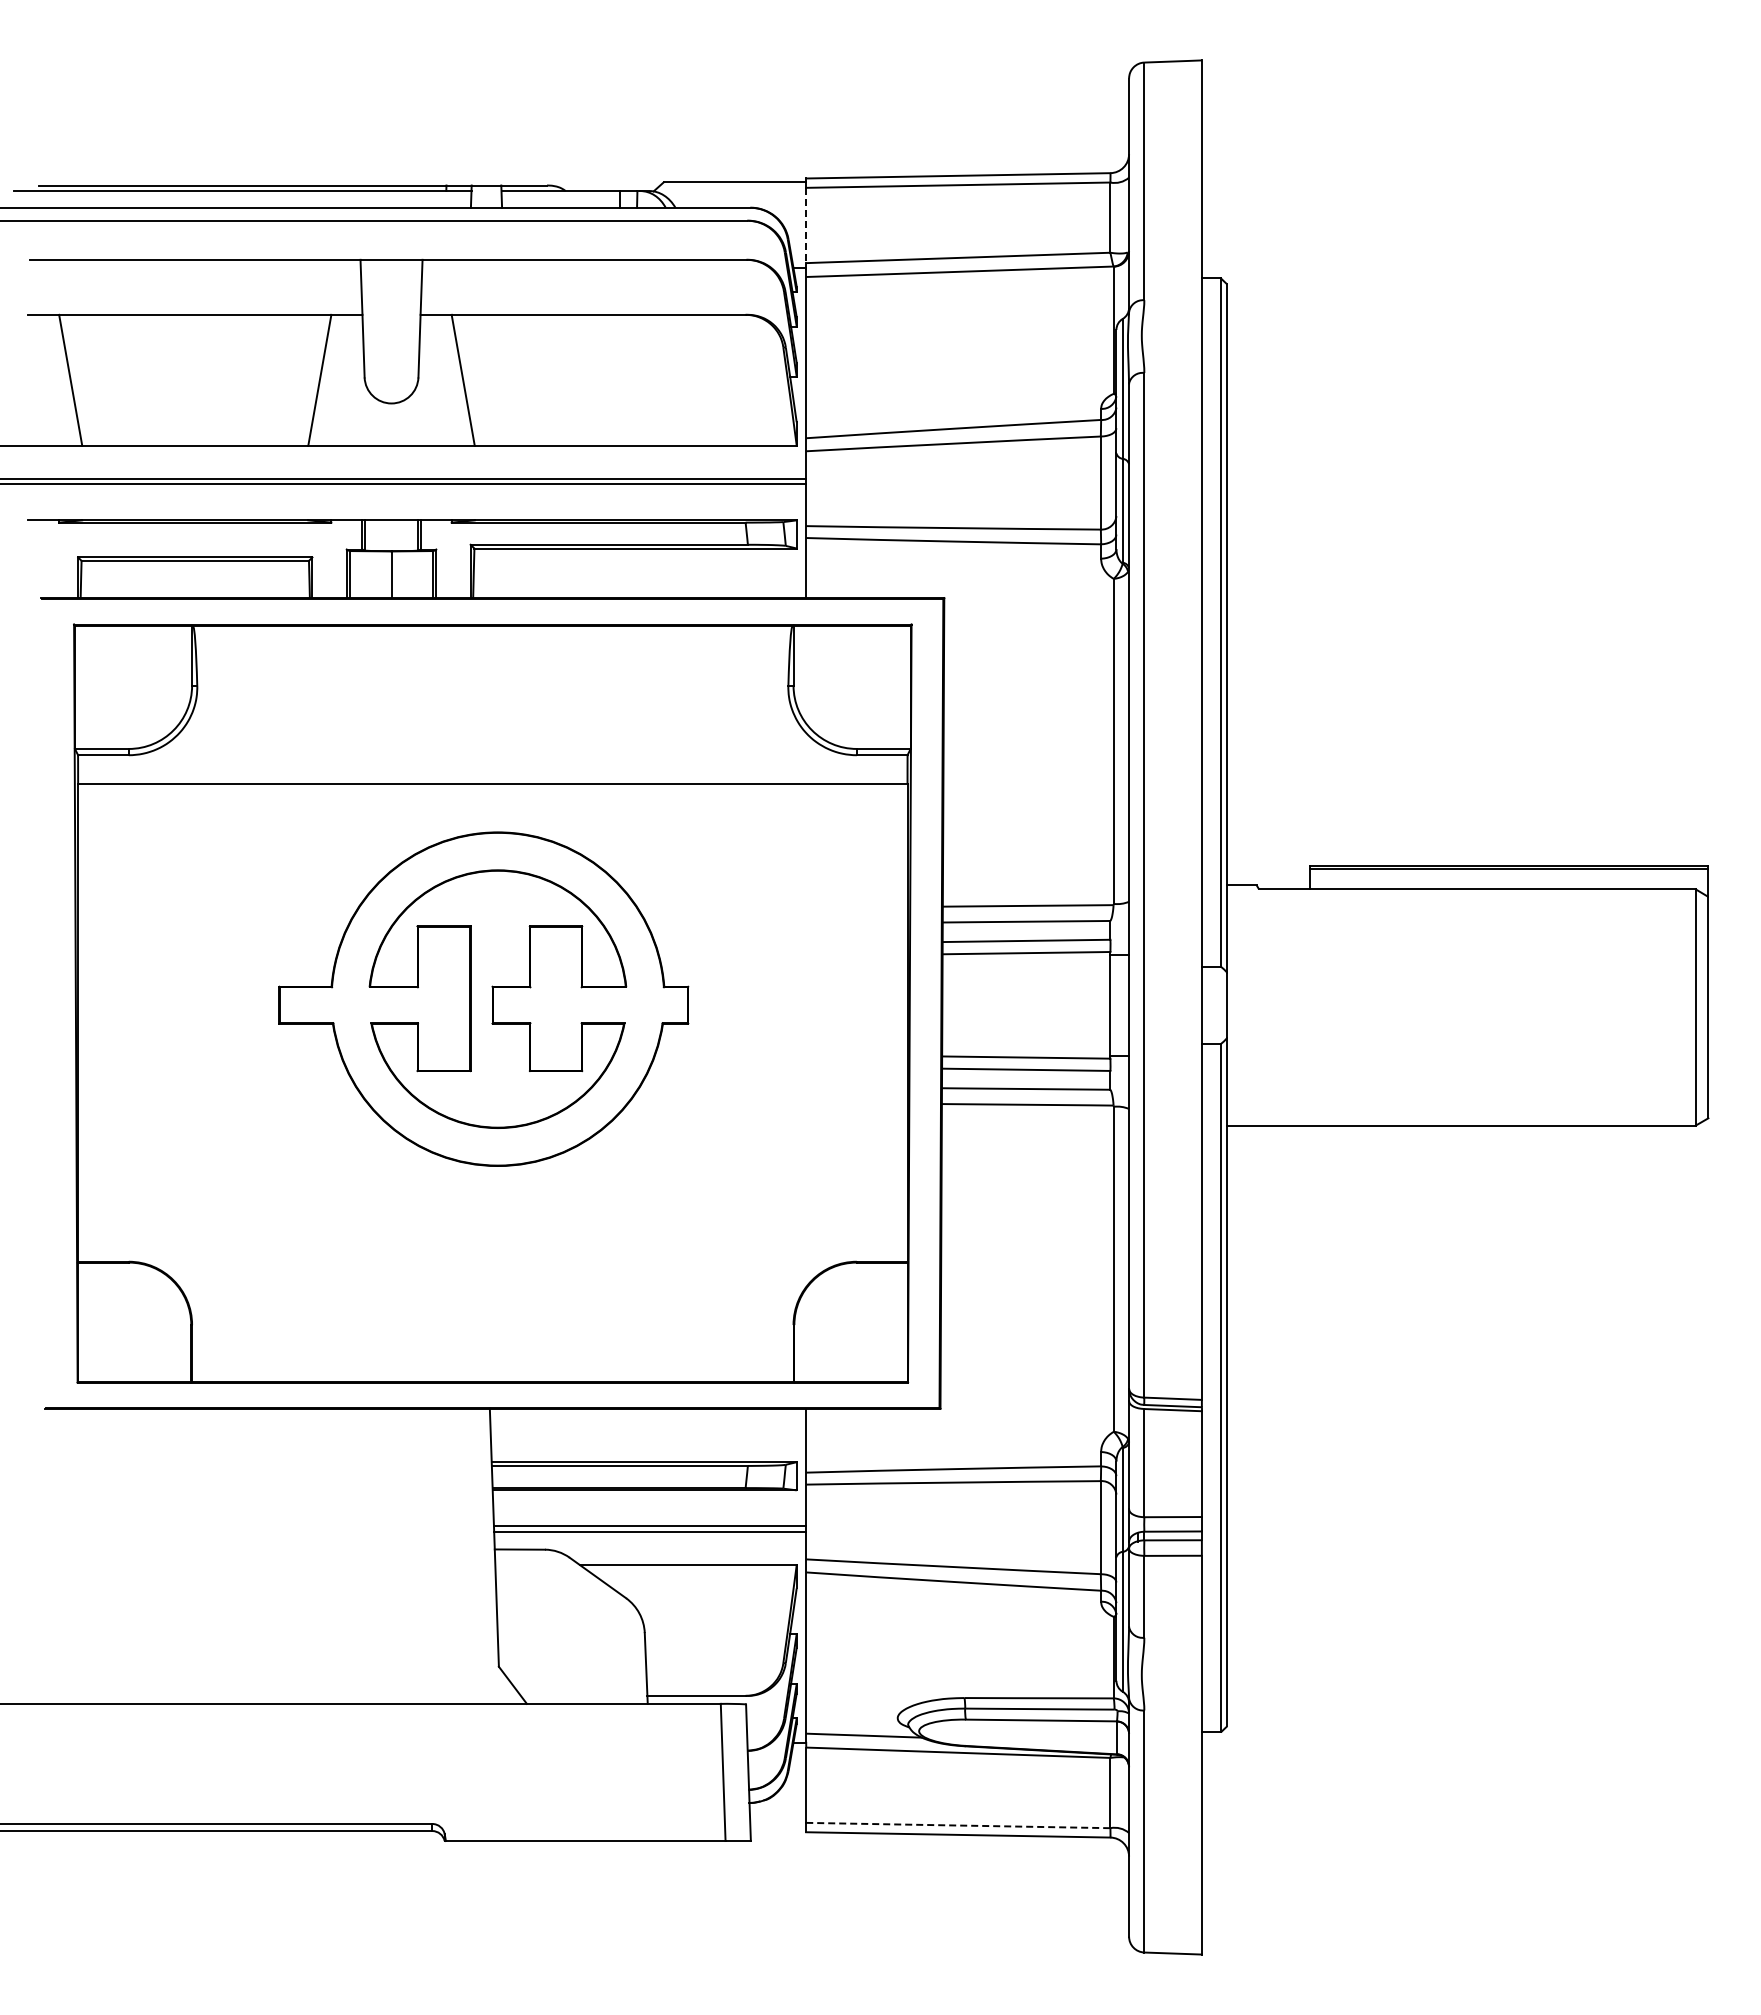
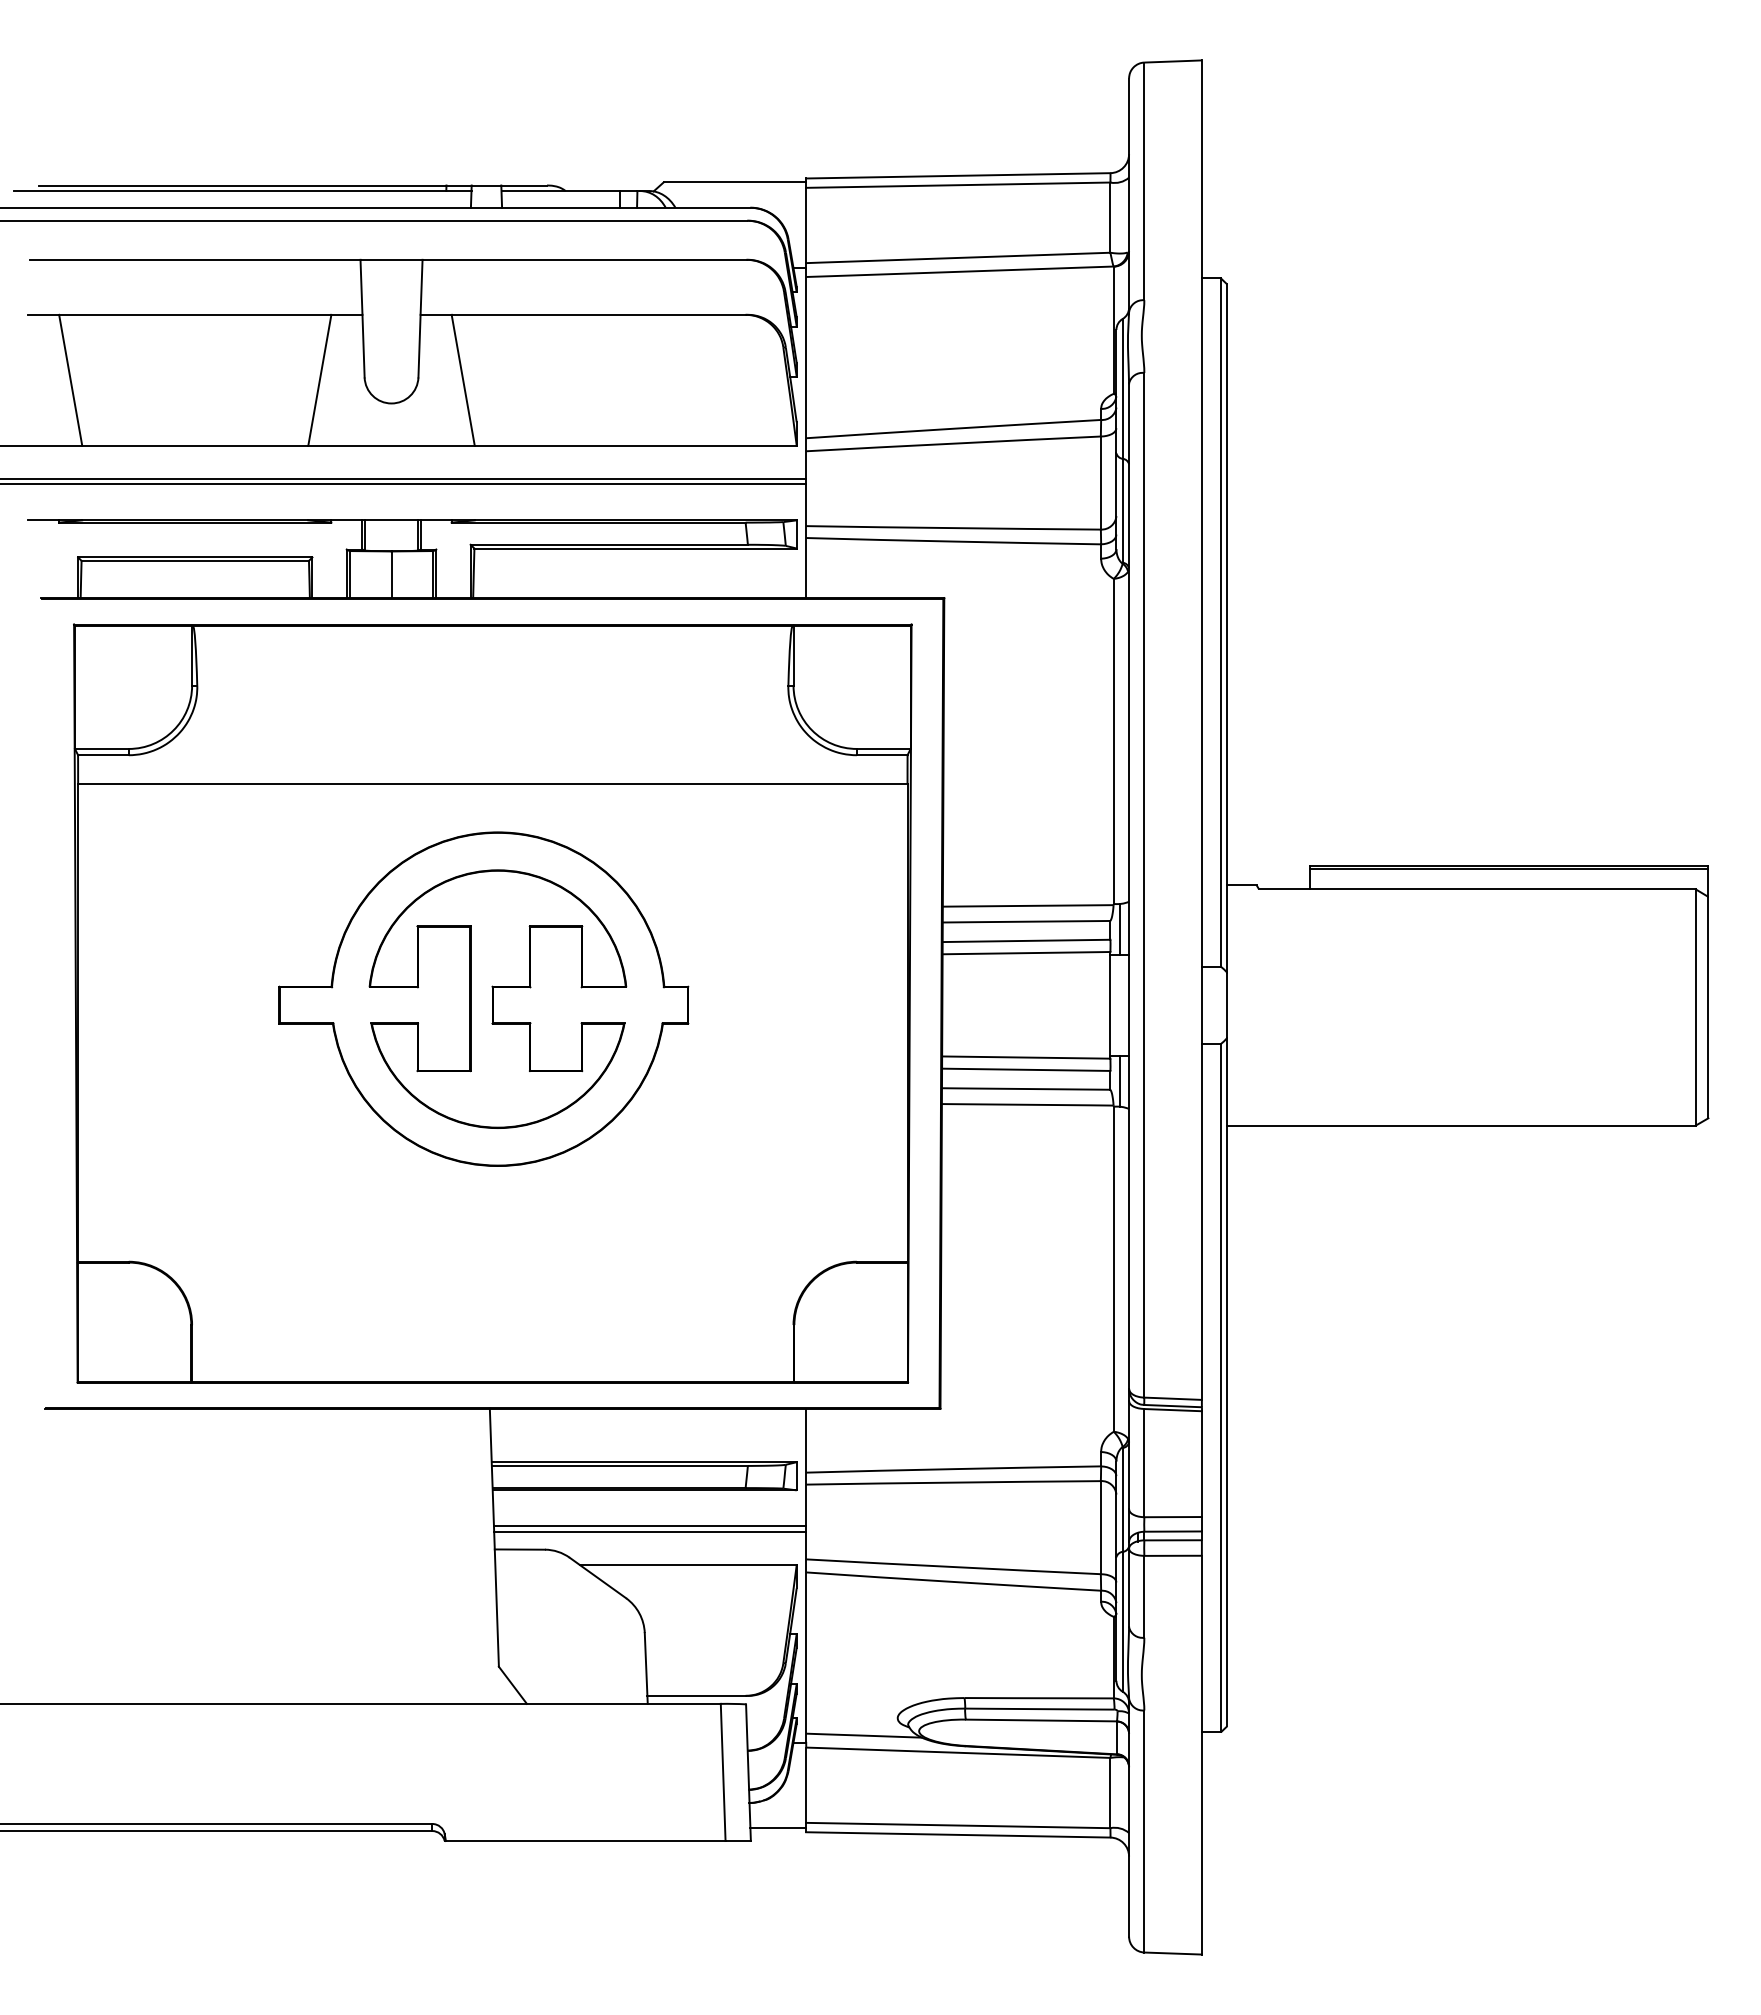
line at (806, 225): dashed -> solid
line at (1119, 928): none -> present
line at (1119, 1081): none -> present
line at (958, 1825): dashed -> solid
line at (778, 1828): none -> present
